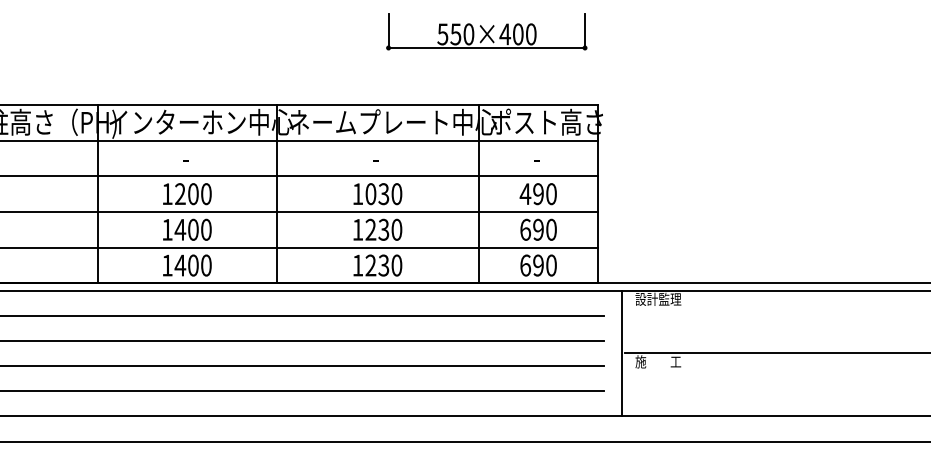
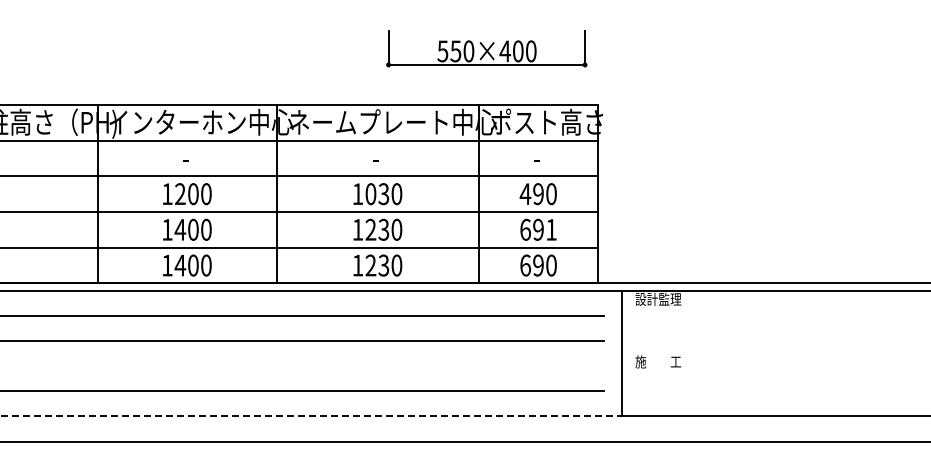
part at (486, 31) position: (486, 31) -> (486, 48)
text at (551, 229): 690 -> 691
line at (775, 353): present -> none
line at (303, 365): present -> none
line at (311, 415): solid -> dashed
